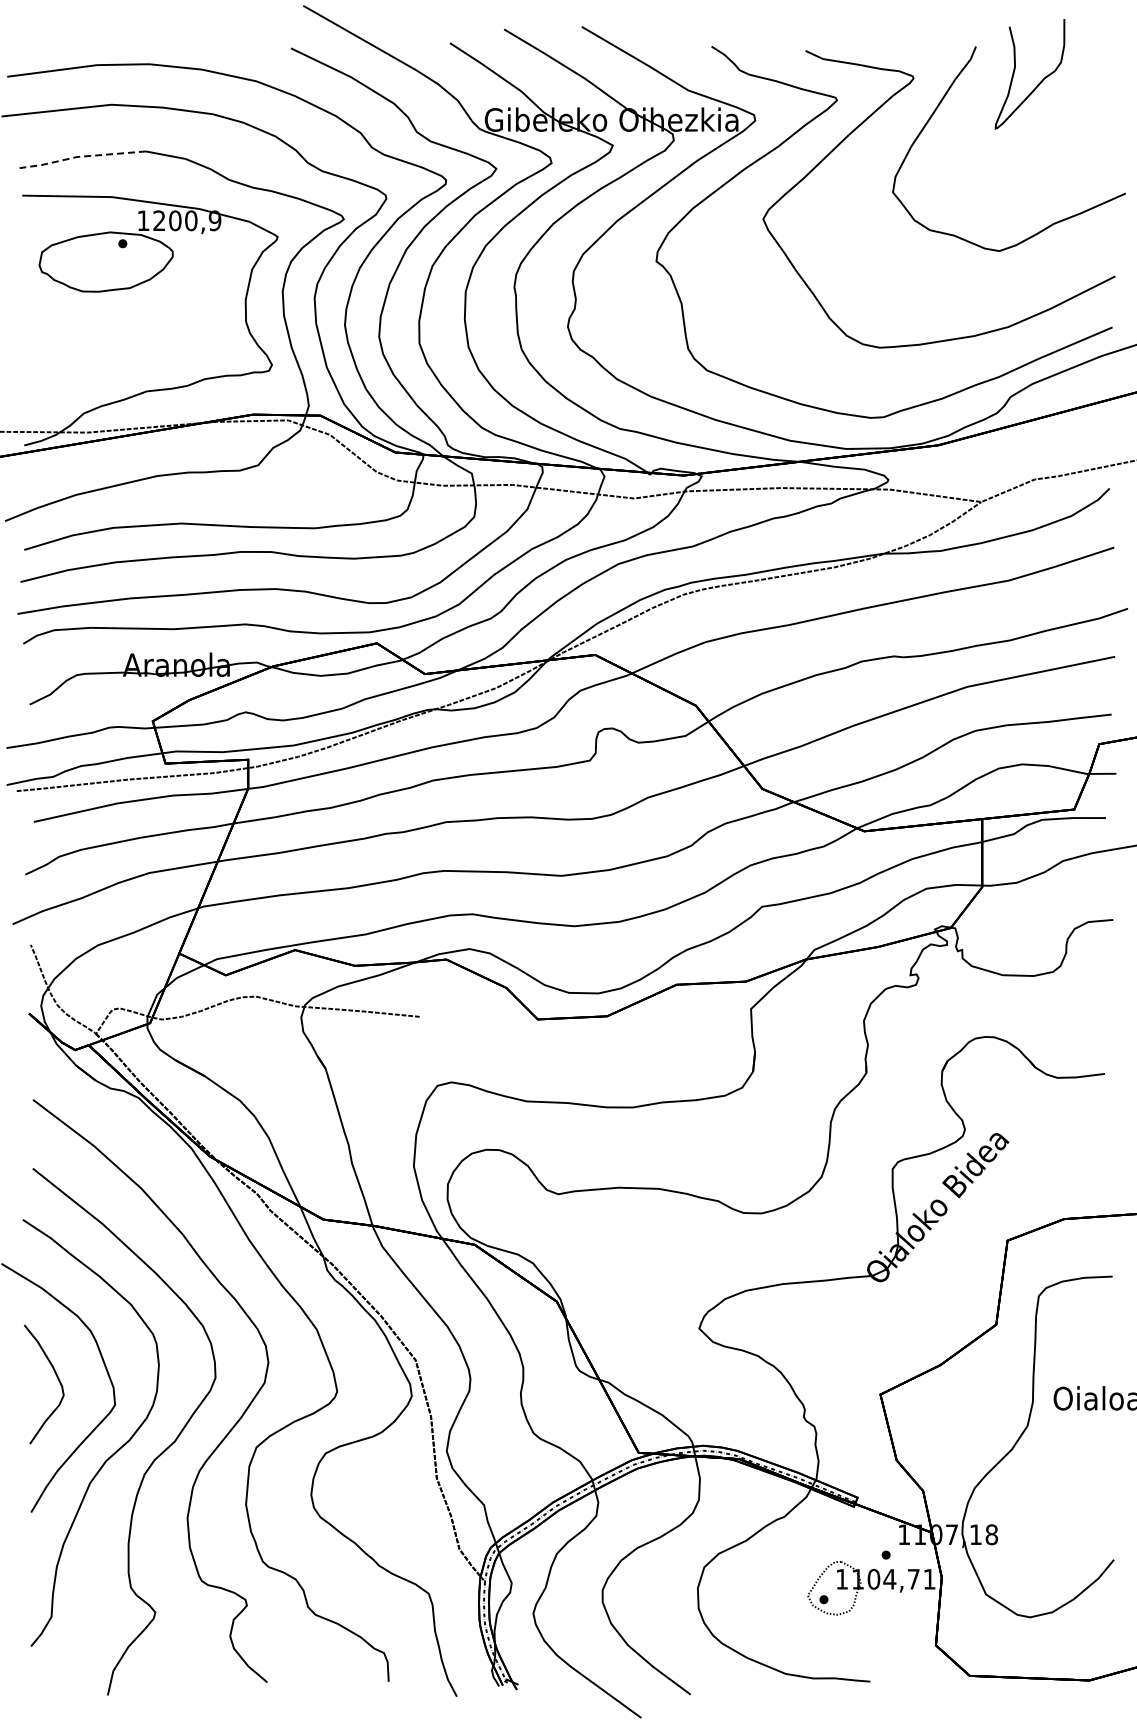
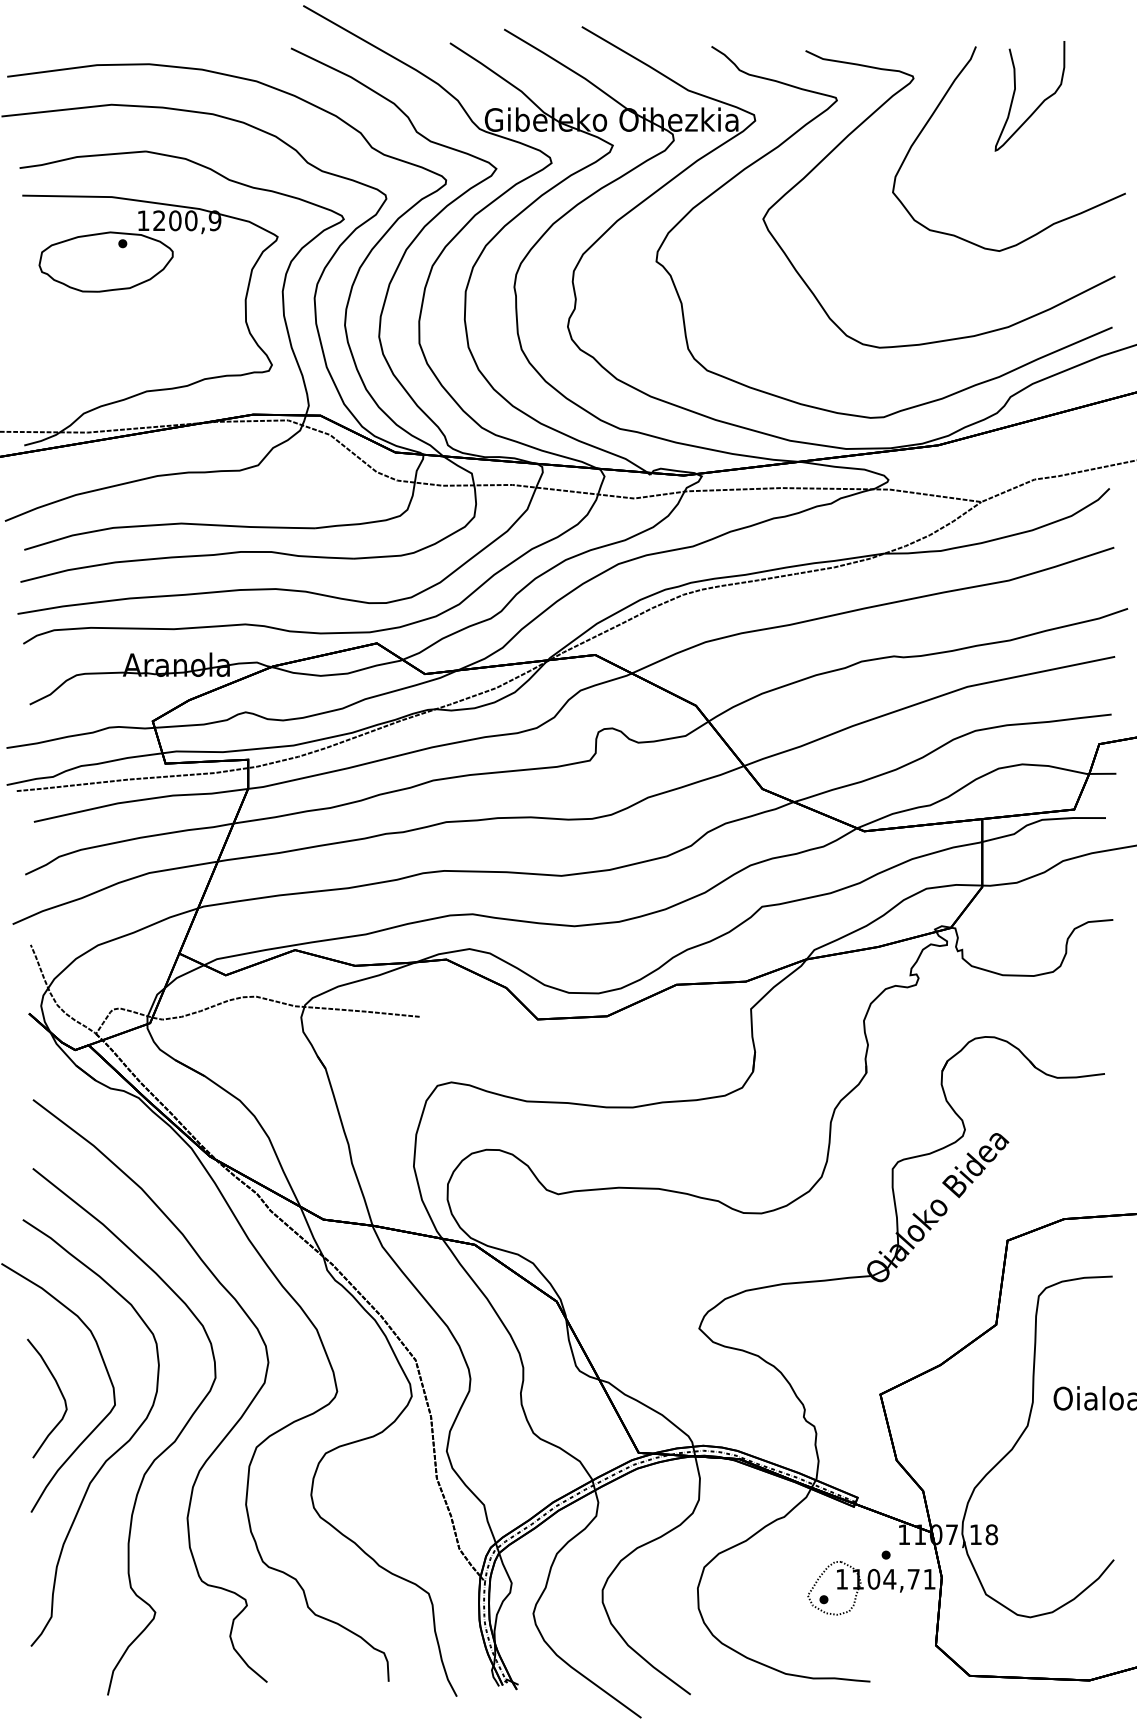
curve at (1038, 83) position: (1038, 83) -> (1038, 105)
line at (81, 156): dashed -> solid
curve at (56, 1377) position: (56, 1377) -> (59, 1391)
